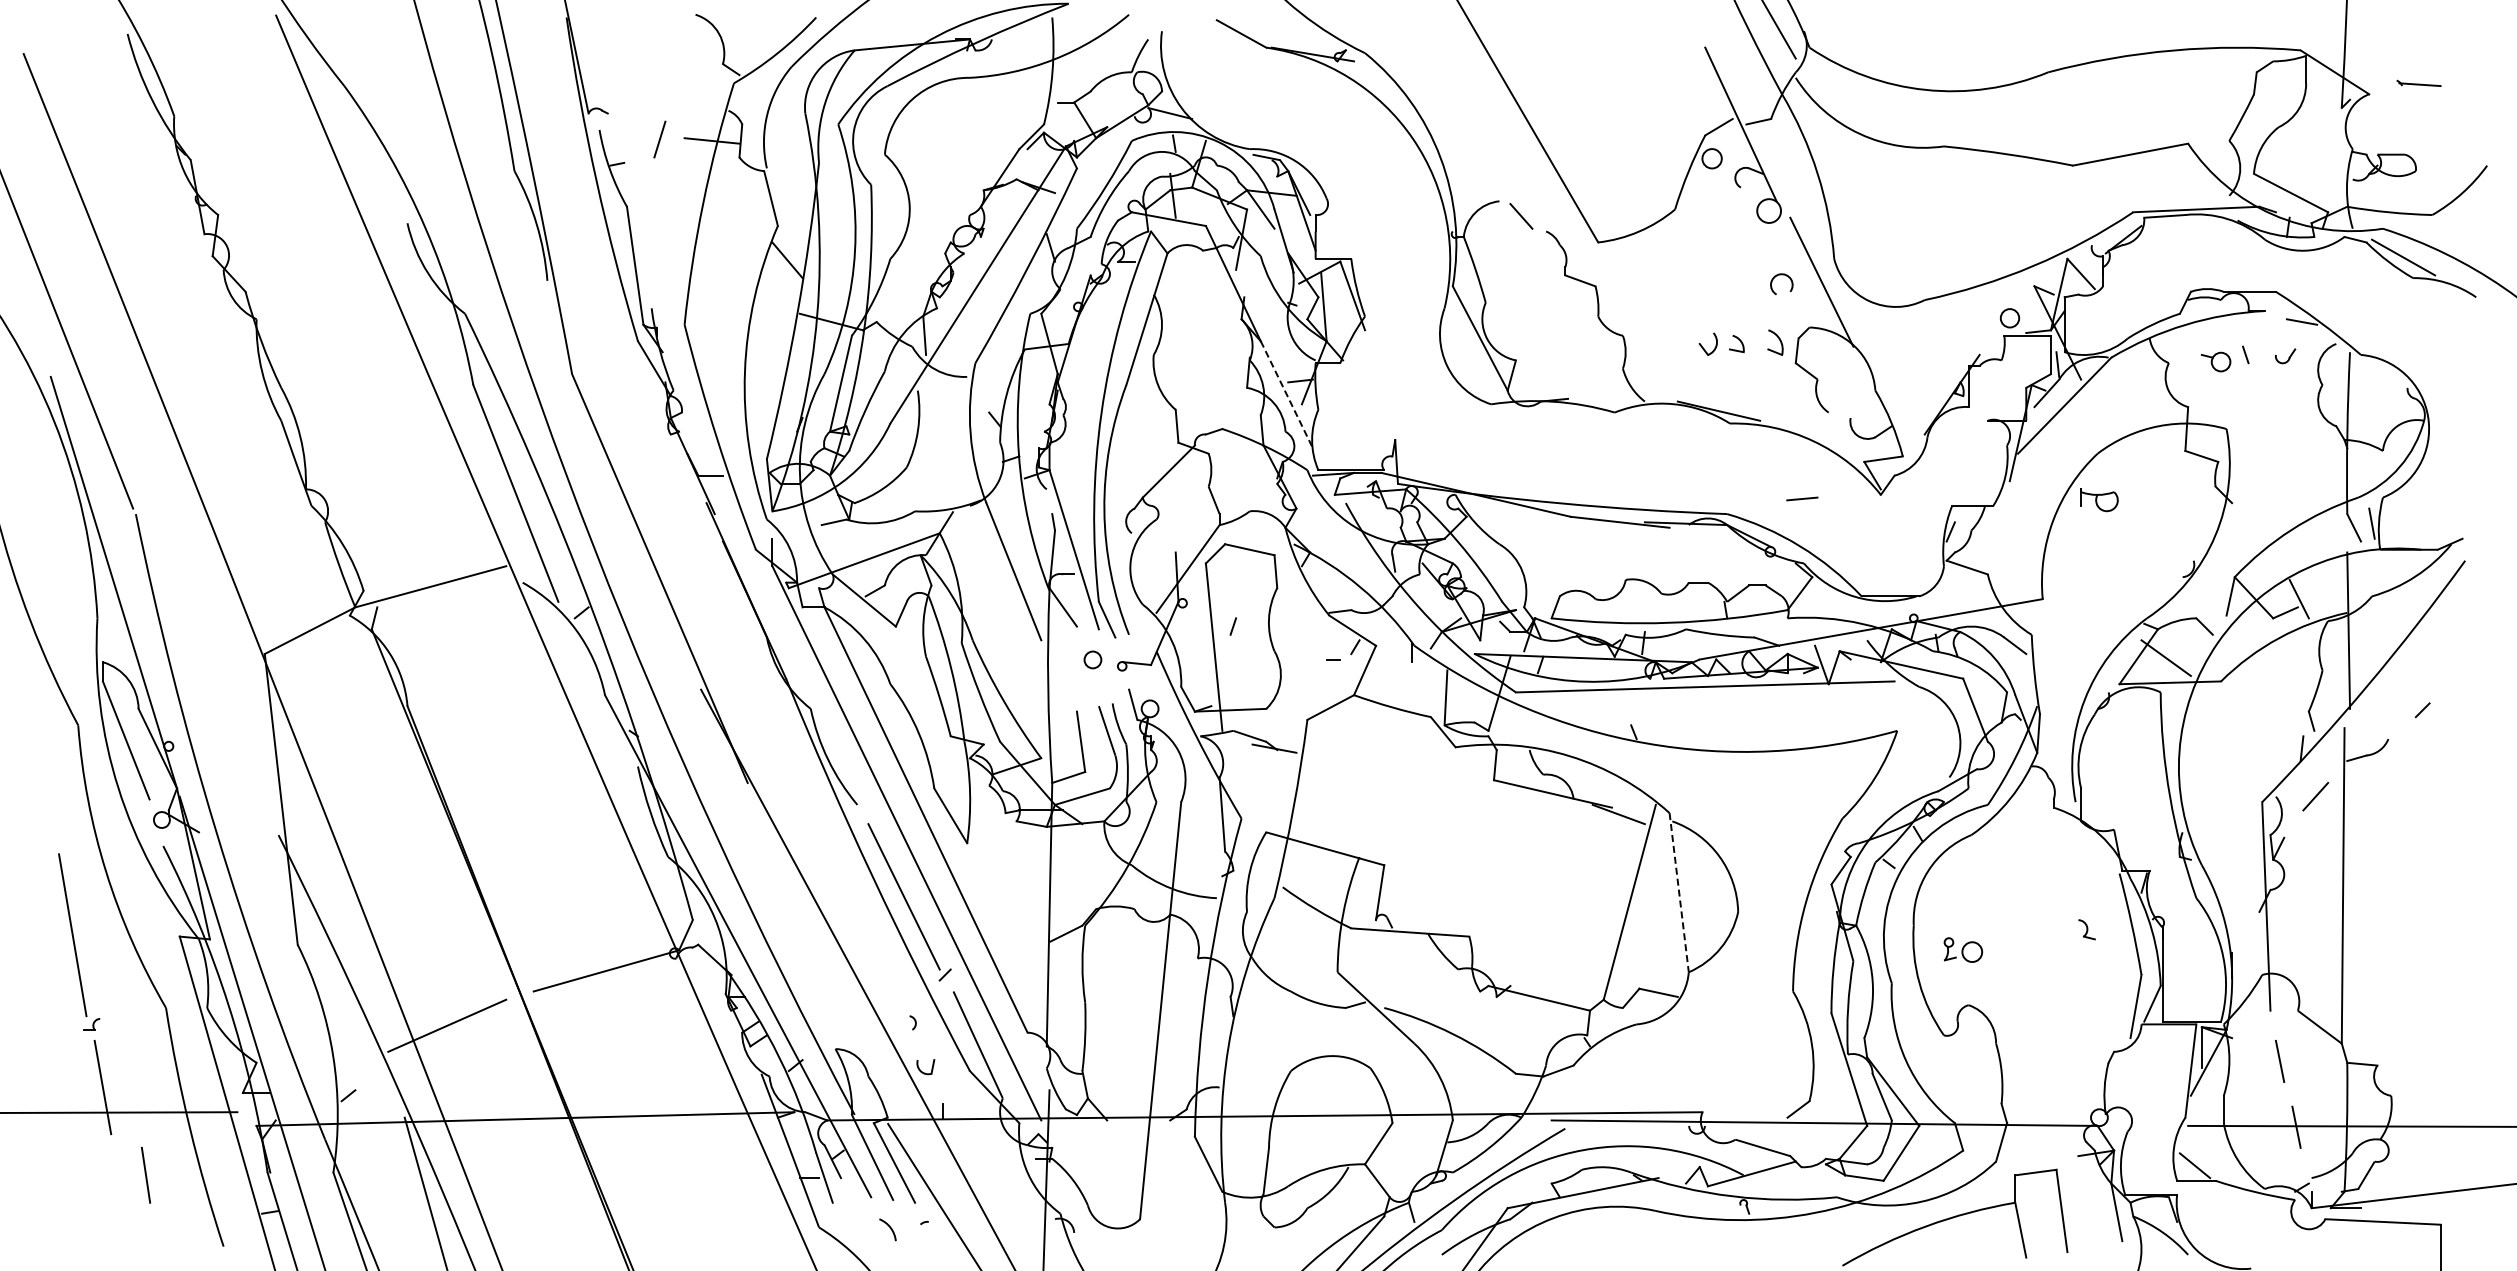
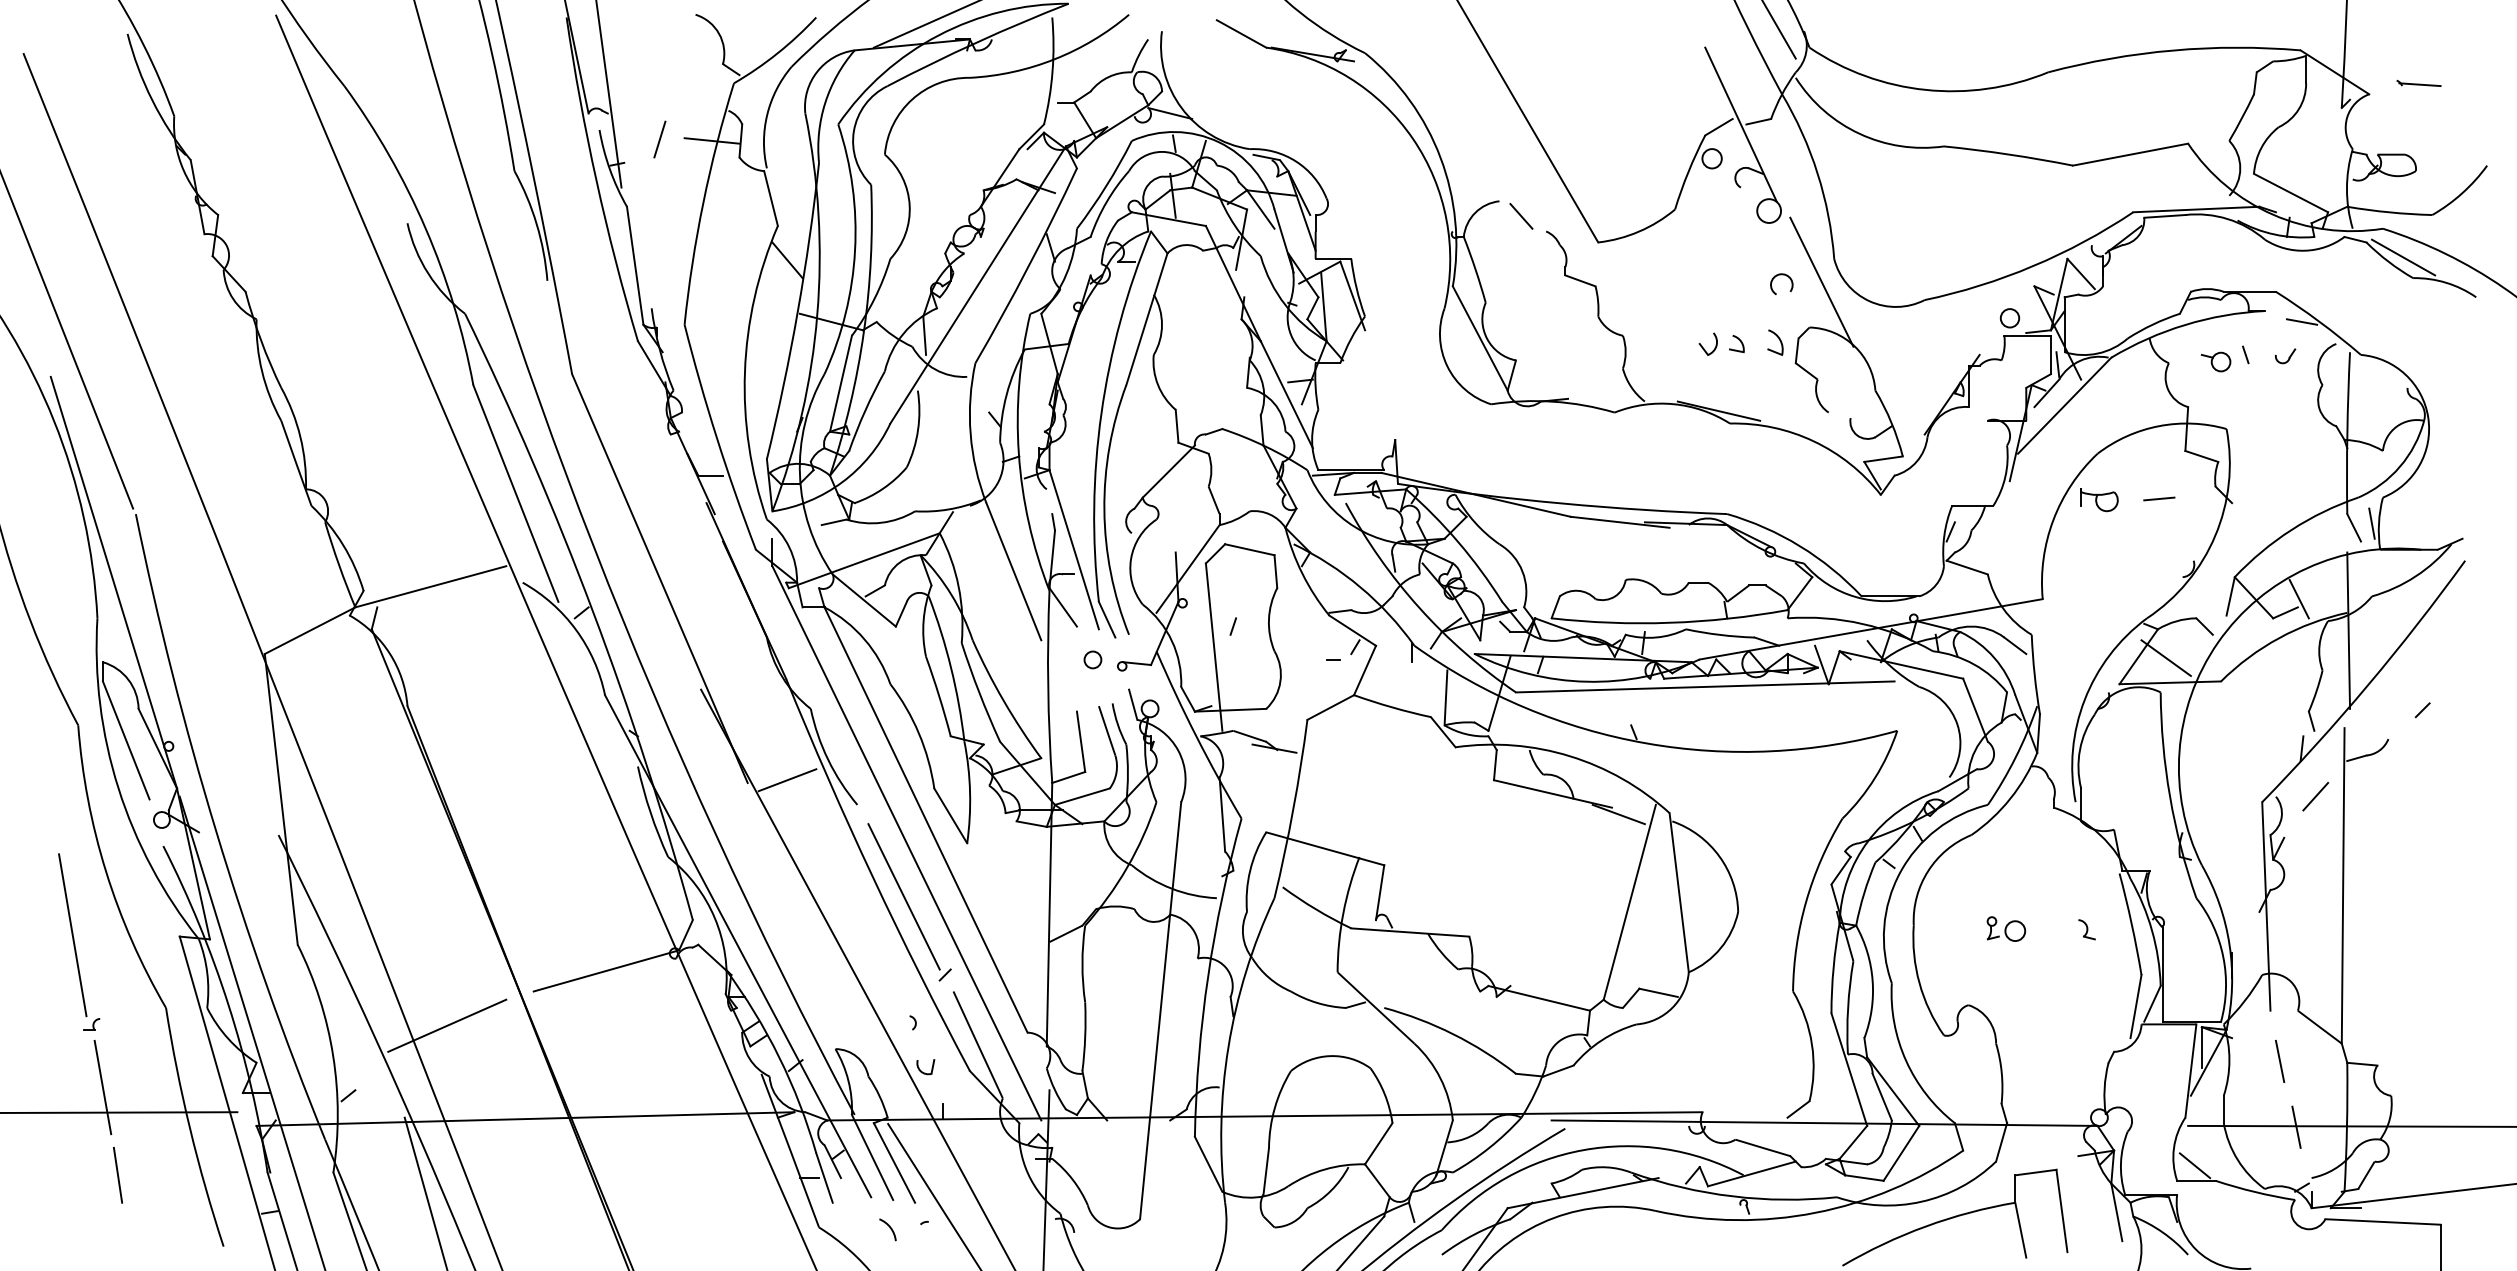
line at (924, 24): none -> present
line at (608, 94): none -> present
line at (1286, 394): dashed -> solid
line at (1802, 498) position: (1802, 498) -> (2159, 498)
line at (787, 780): none -> present
line at (1679, 893): dashed -> solid
part at (1963, 949) position: (1963, 949) -> (2006, 928)
line at (146, 1175) position: (146, 1175) -> (118, 1175)
